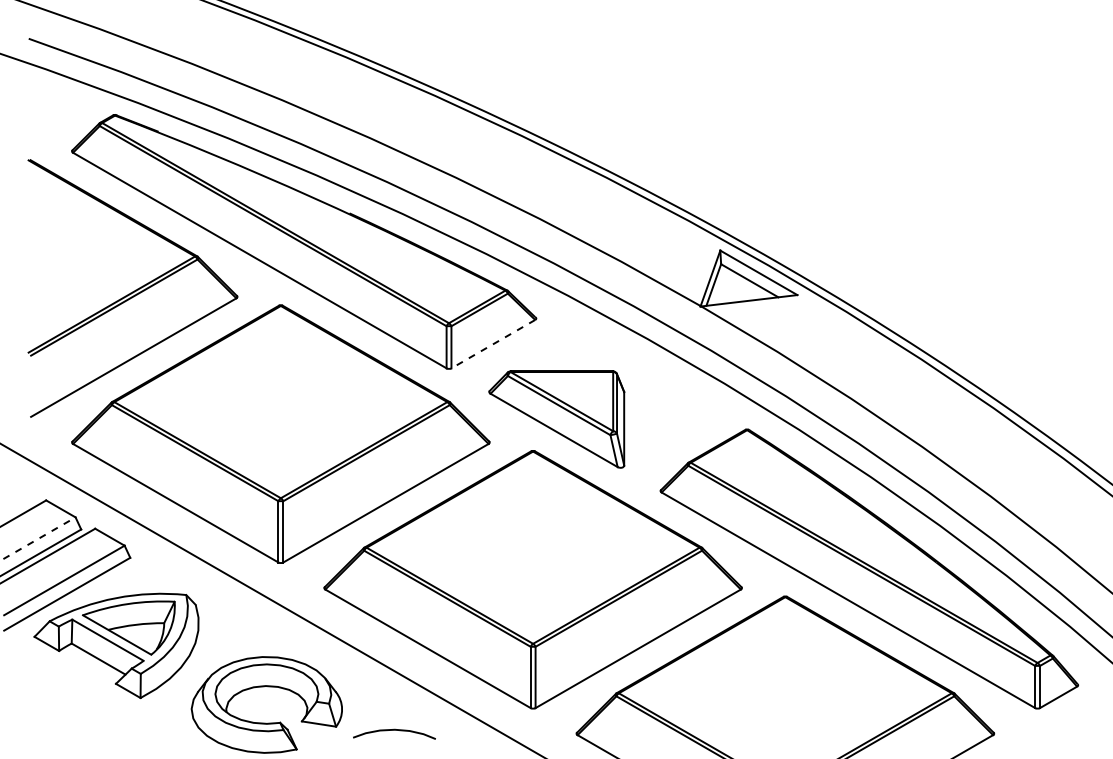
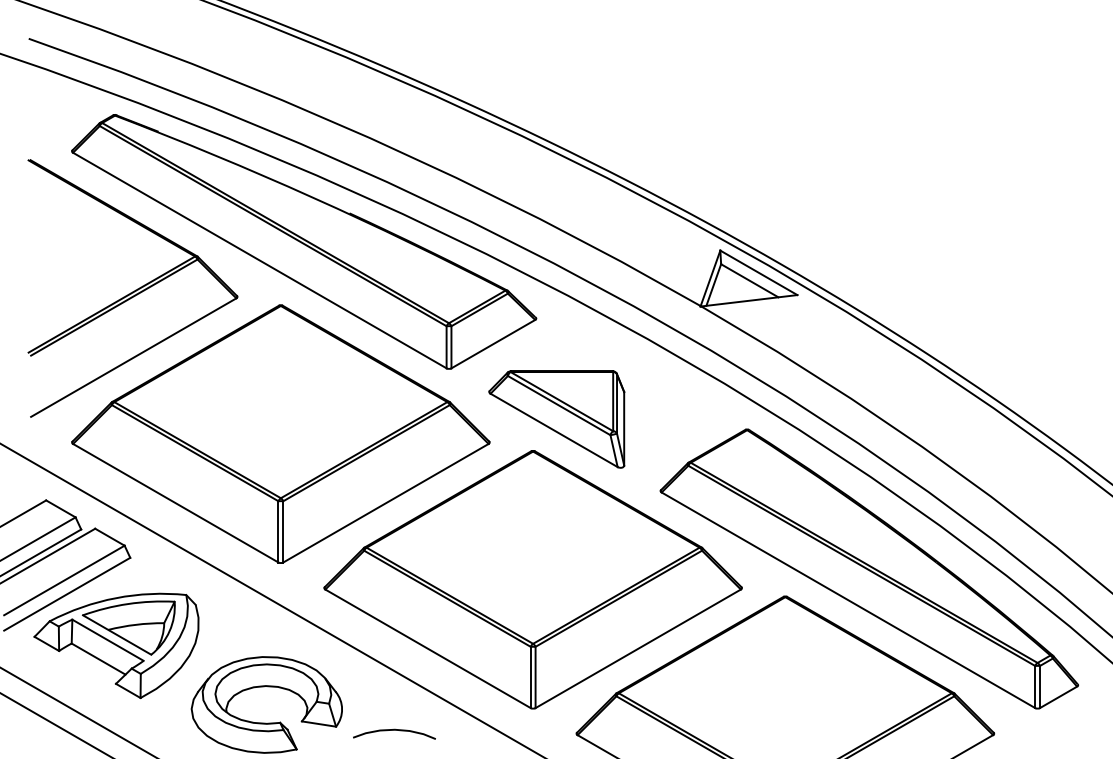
line at (492, 344): dashed -> solid
line at (38, 538): dashed -> solid
line at (77, 711): none -> present
line at (55, 724): none -> present
